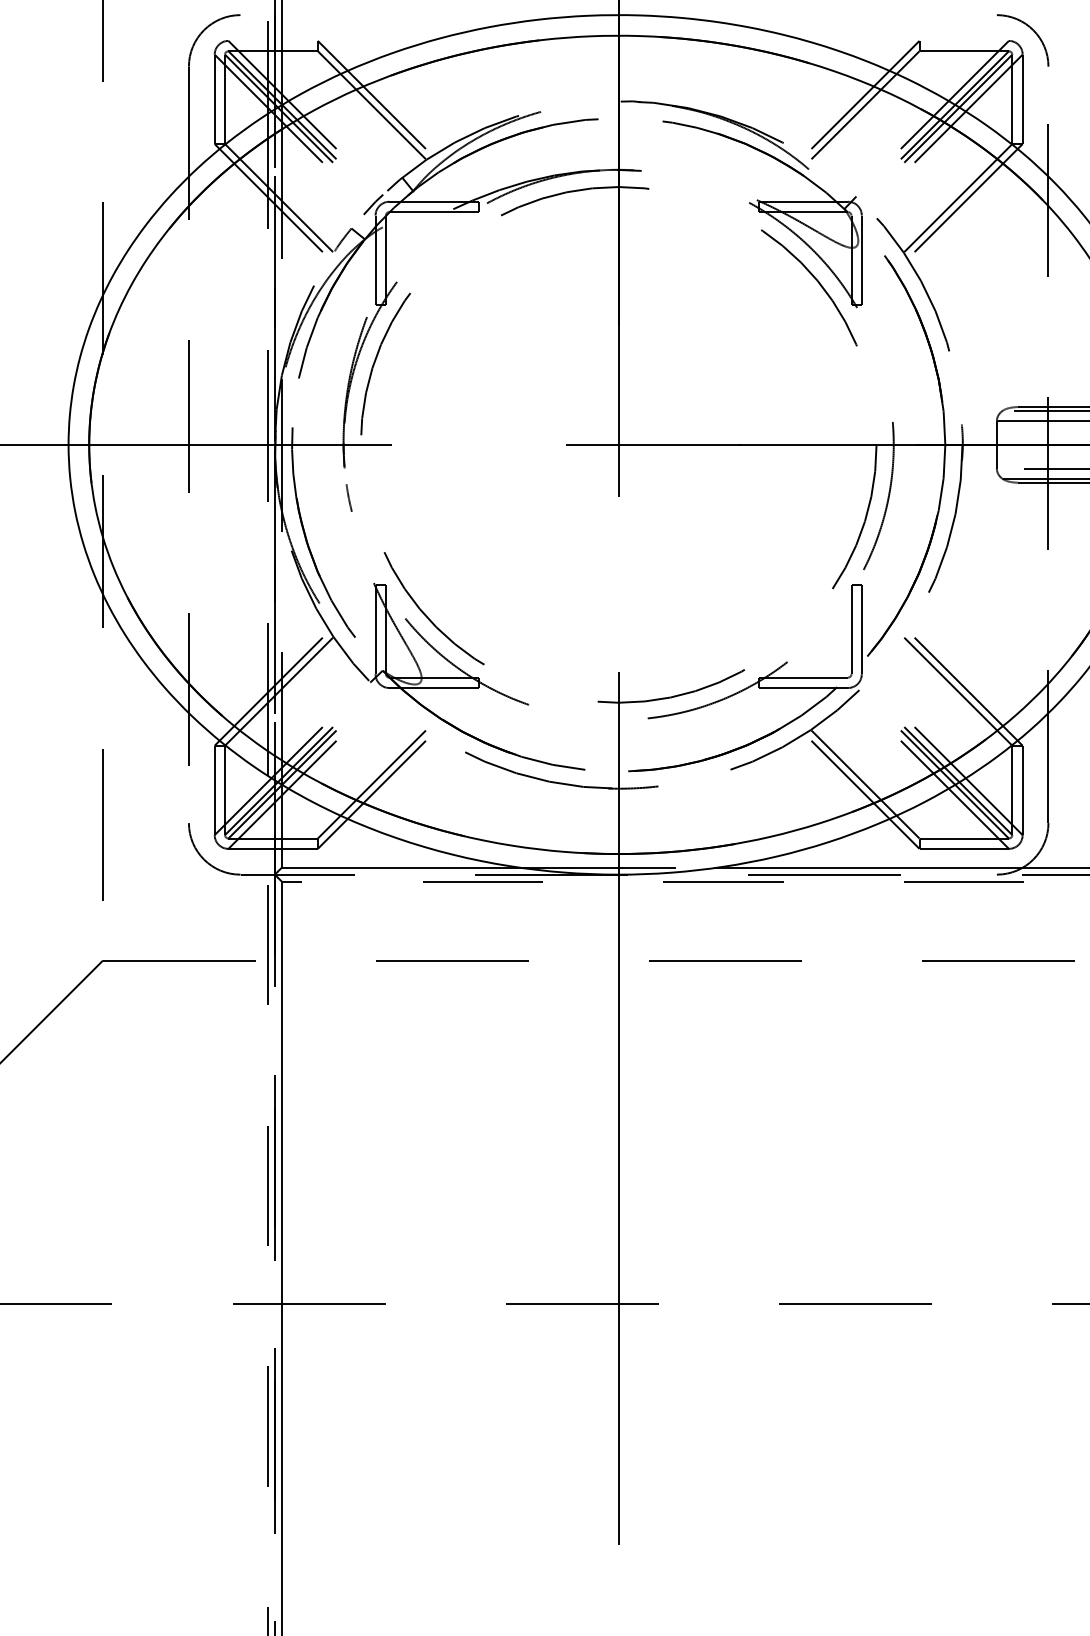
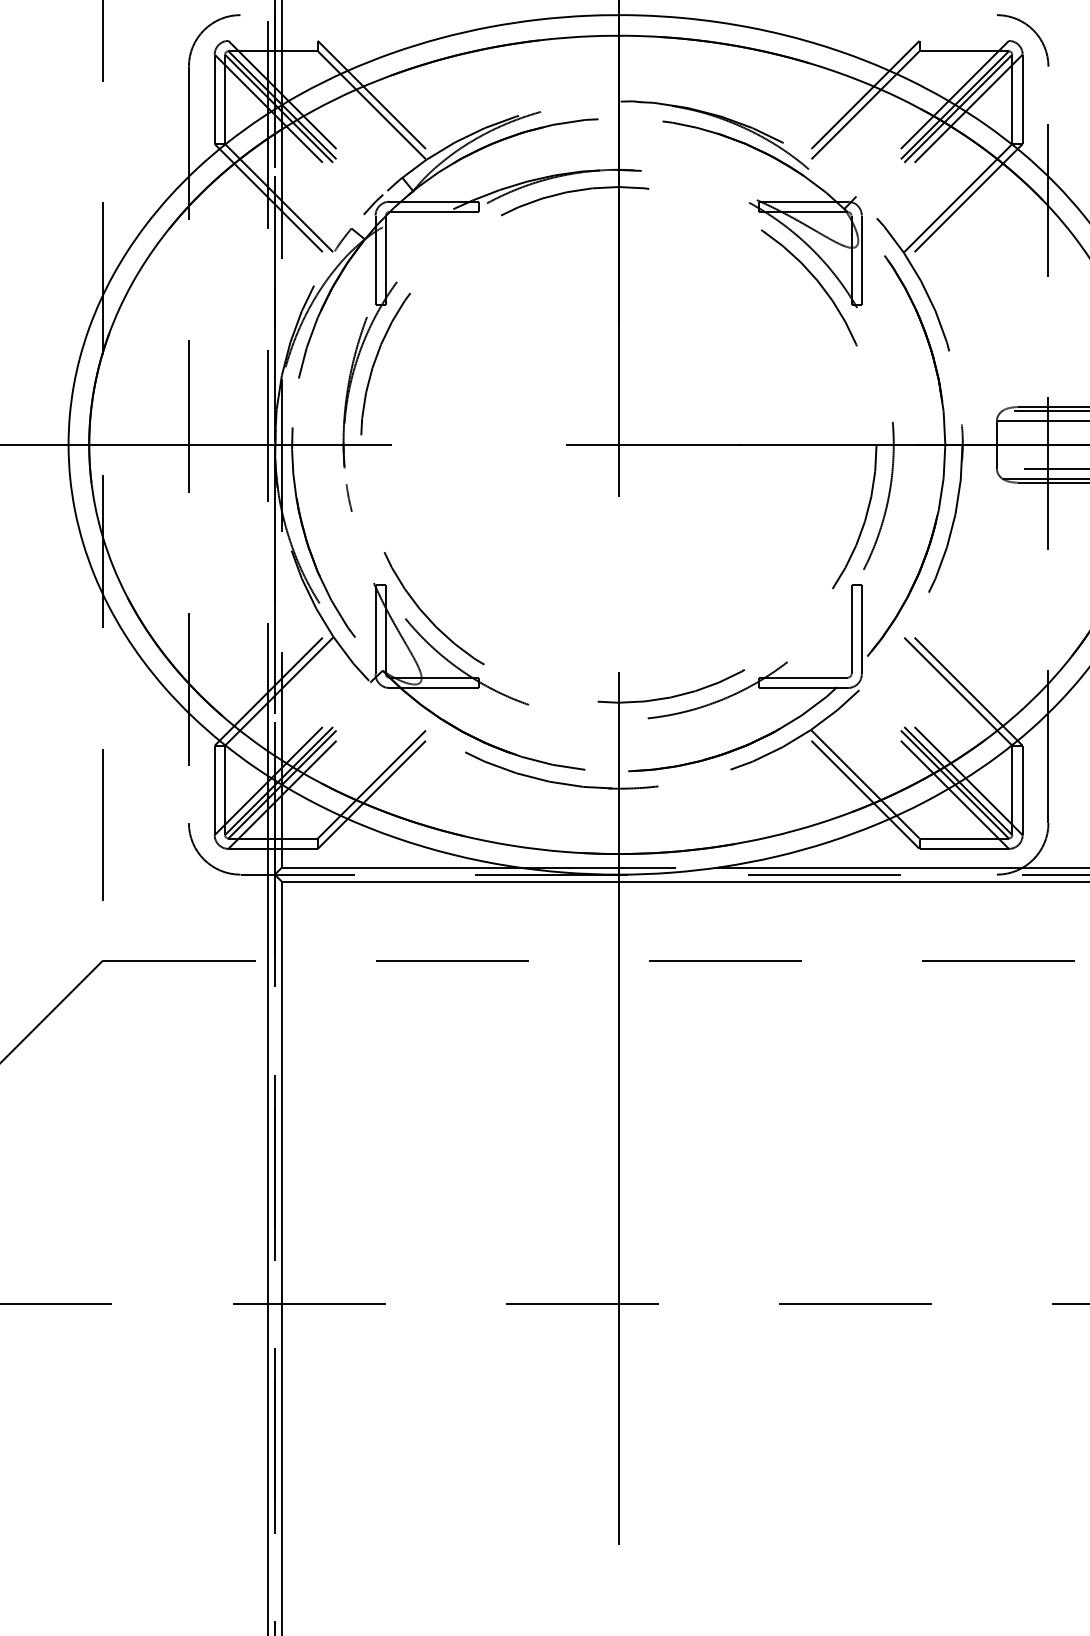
line at (685, 881): dashed -> solid
line at (268, 1205): dashed -> solid
